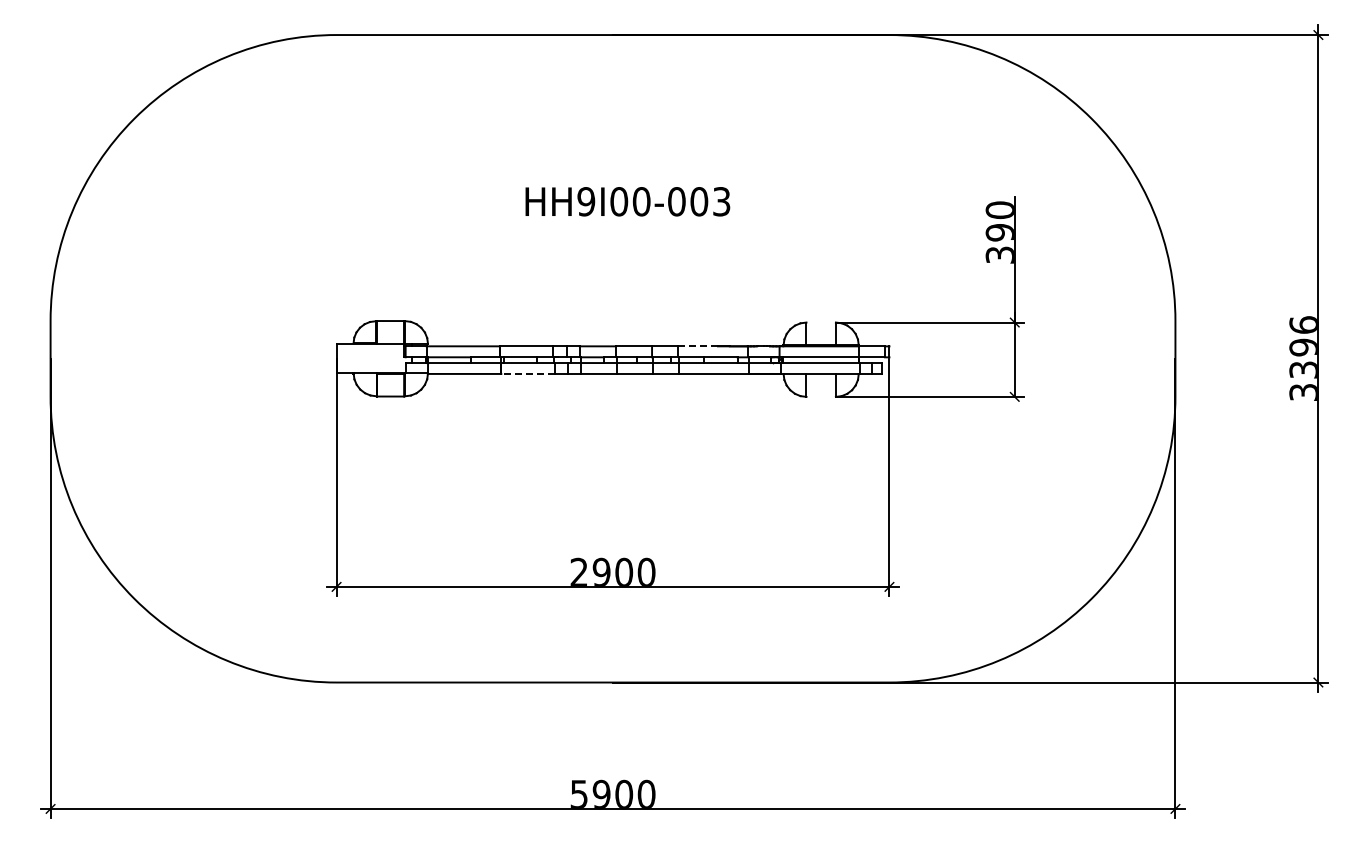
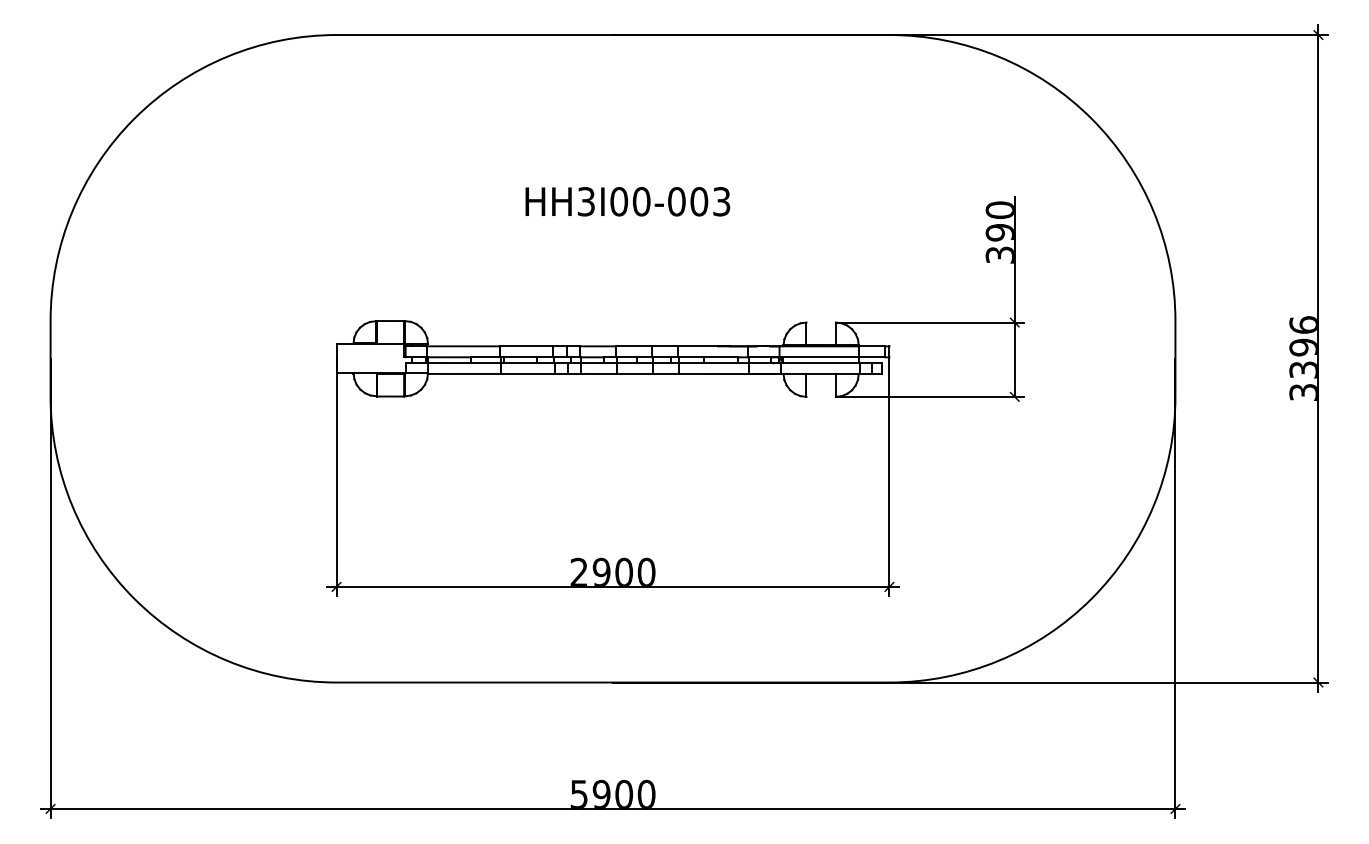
text at (586, 201): HH9I00-003 -> HH3I00-003
line at (698, 346): dashed -> solid
line at (527, 373): dashed -> solid
